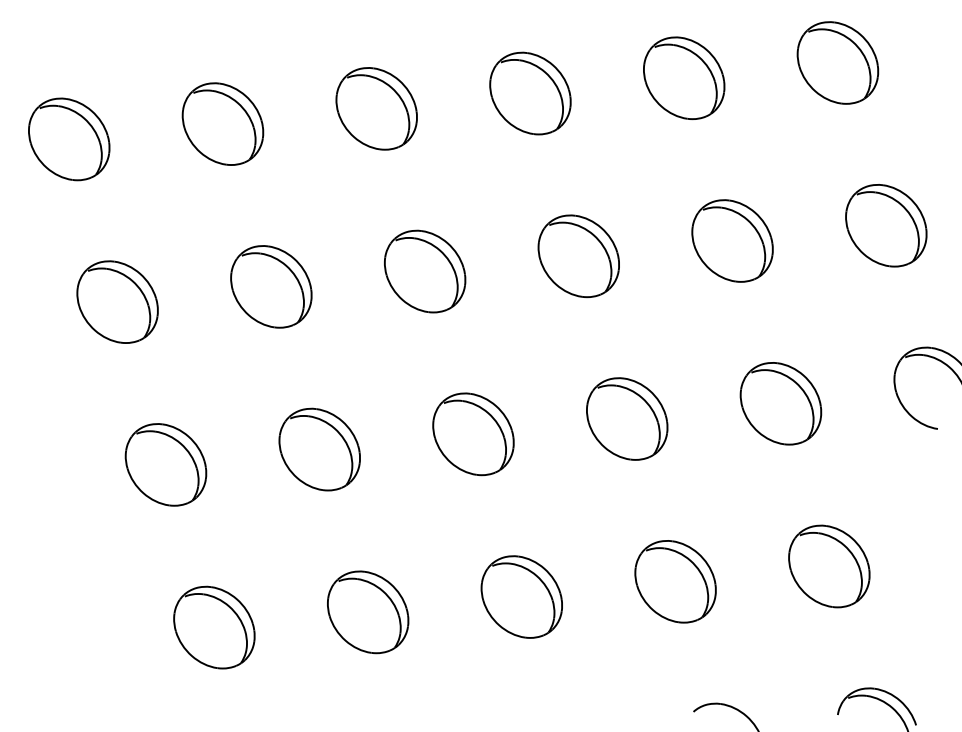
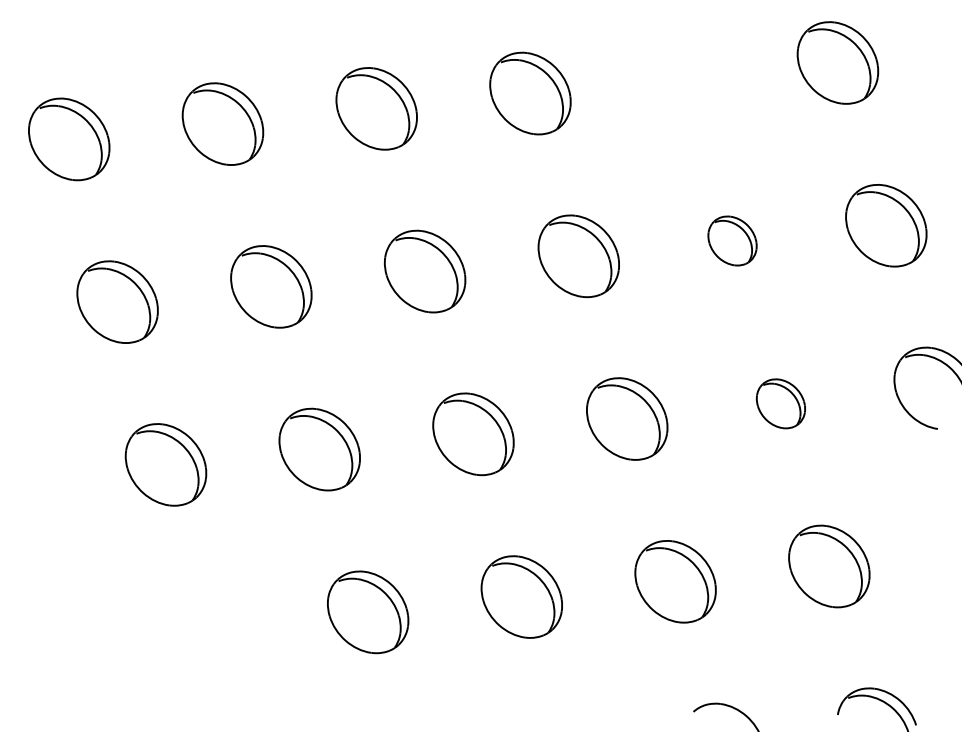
part at (684, 77): present -> none
part at (732, 240) size: 83x84 px -> 51x52 px
part at (780, 403) size: 84x84 px -> 51x52 px
part at (214, 627): present -> none
